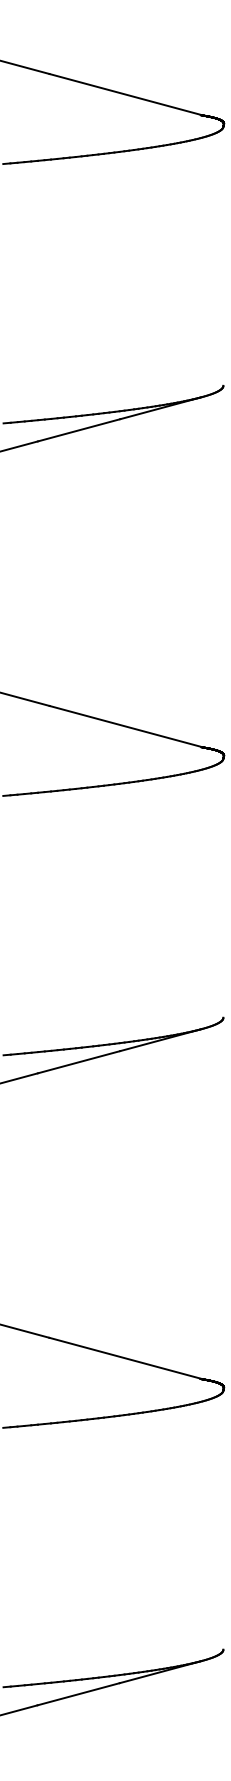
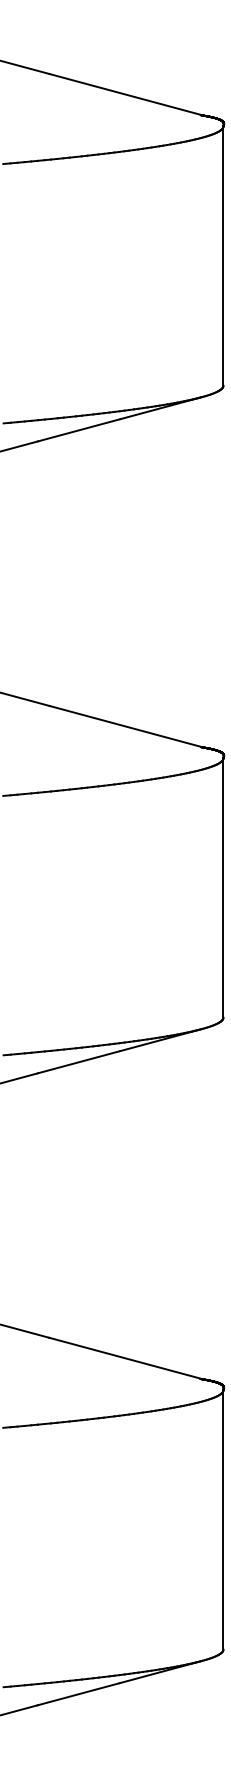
line at (223, 255): none -> present
line at (223, 887): none -> present
line at (223, 1519): none -> present
